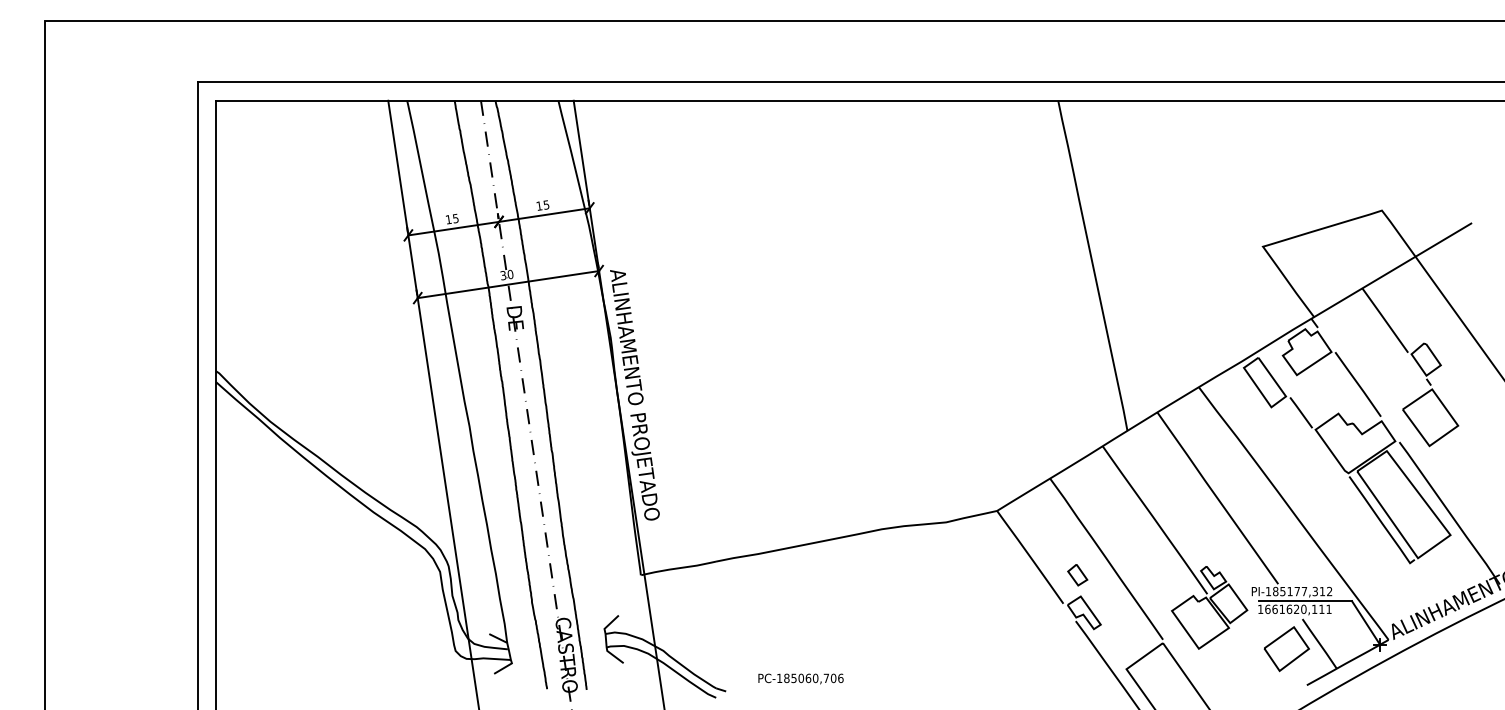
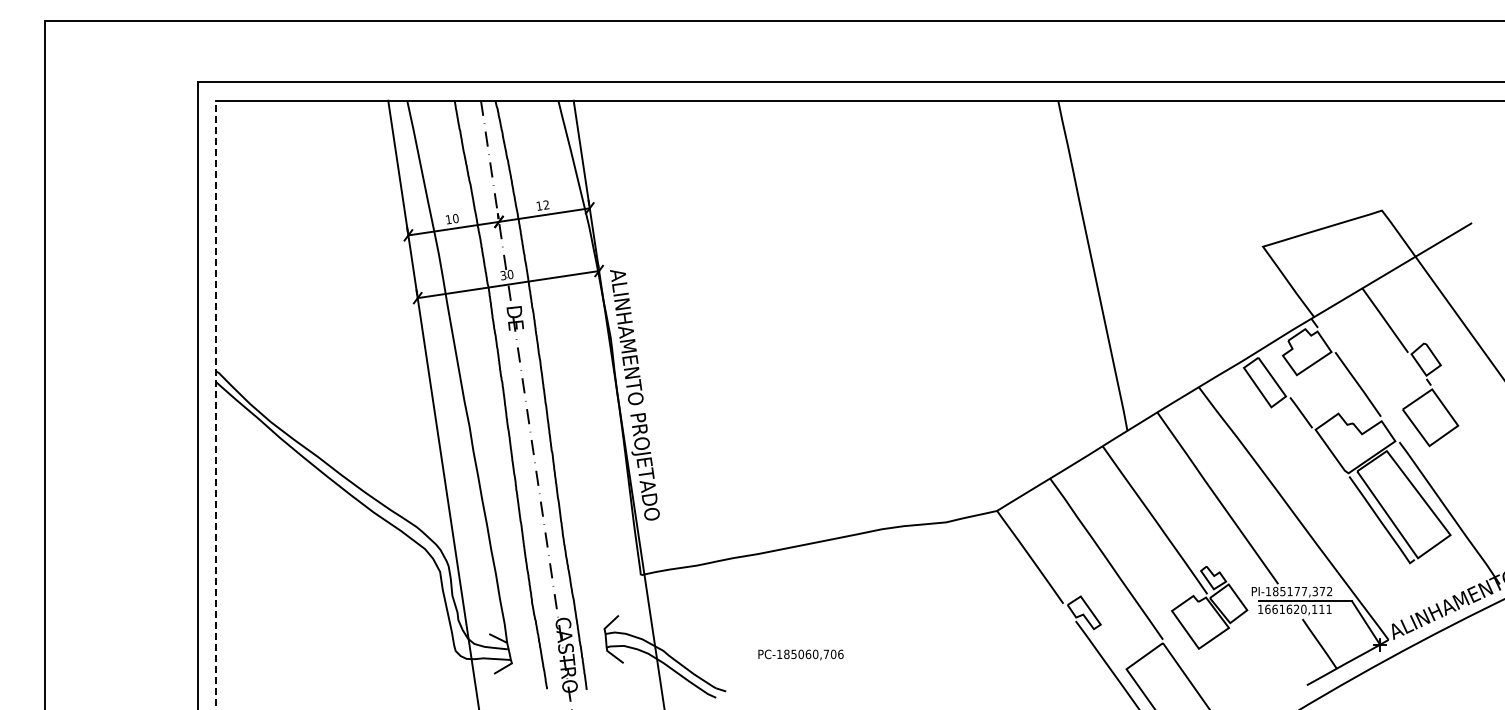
text at (546, 204): 15 -> 12
text at (455, 218): 15 -> 10
line at (216, 404): solid -> dashed
part at (1077, 575): present -> none
text at (1322, 591): PI-185177,312 -> PI-185177,372
part at (1286, 649): present -> none
text at (800, 678) position: (800, 678) -> (800, 654)
